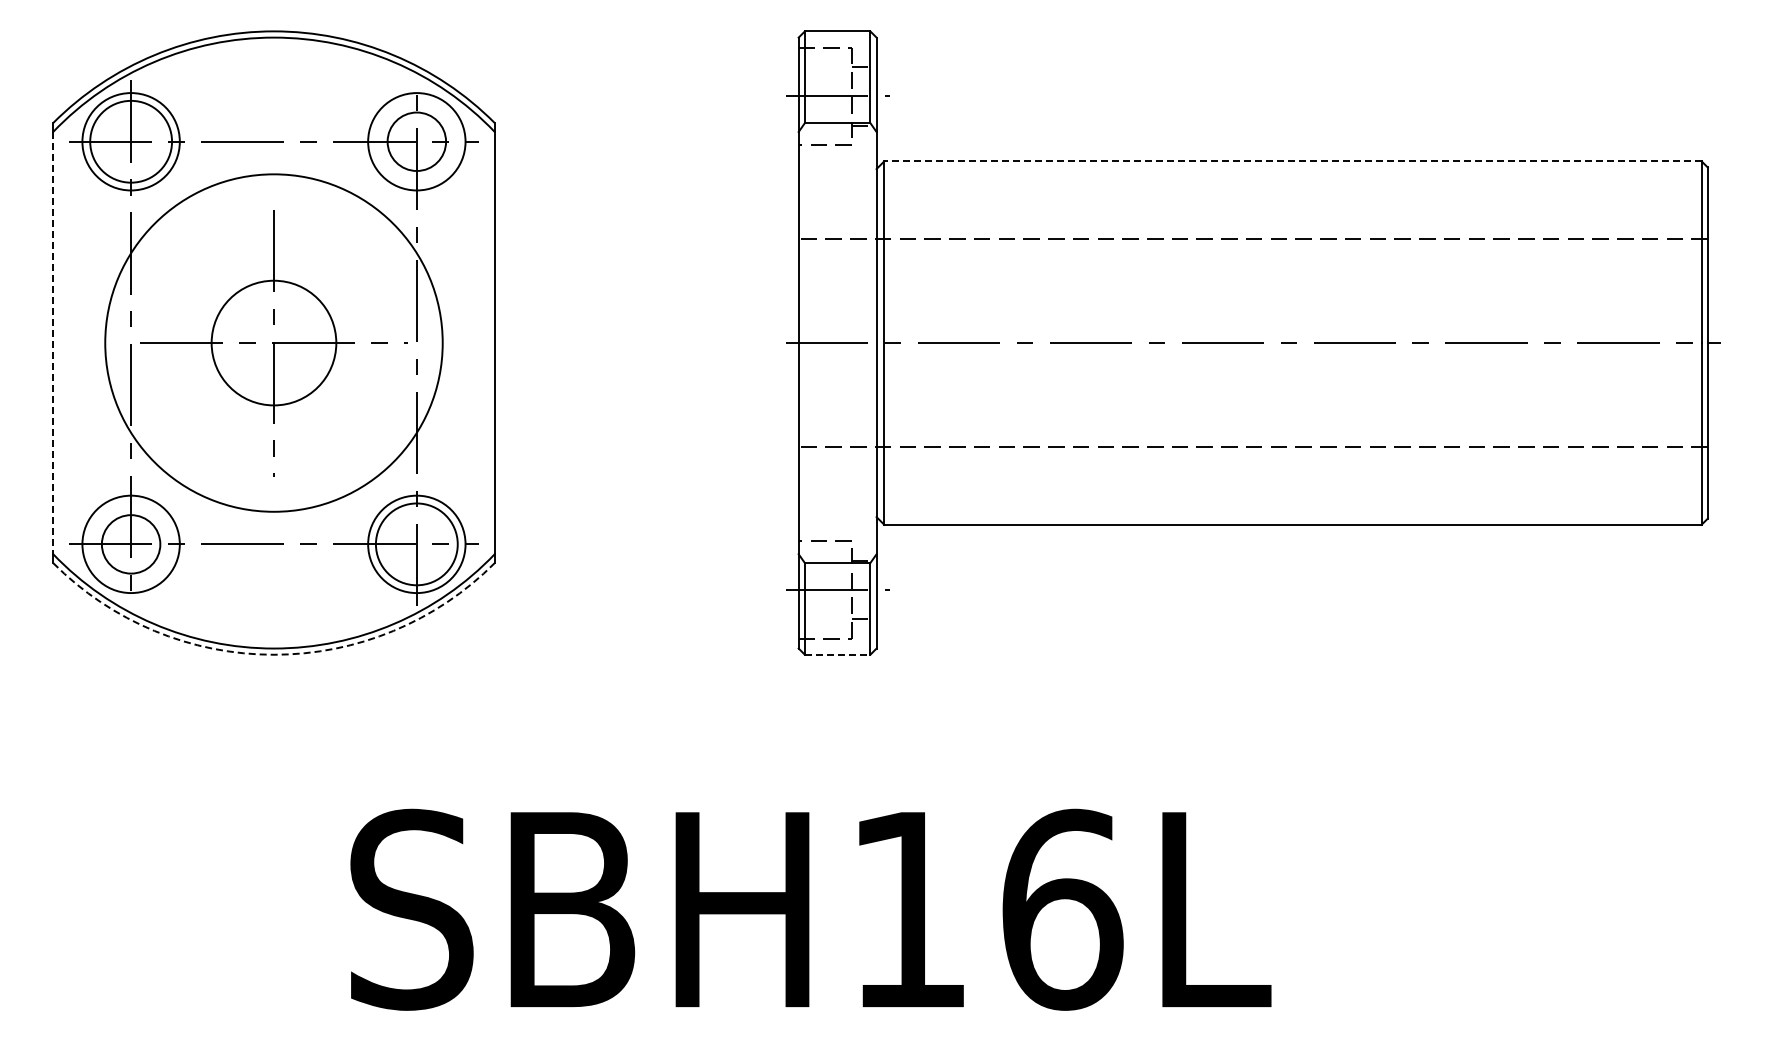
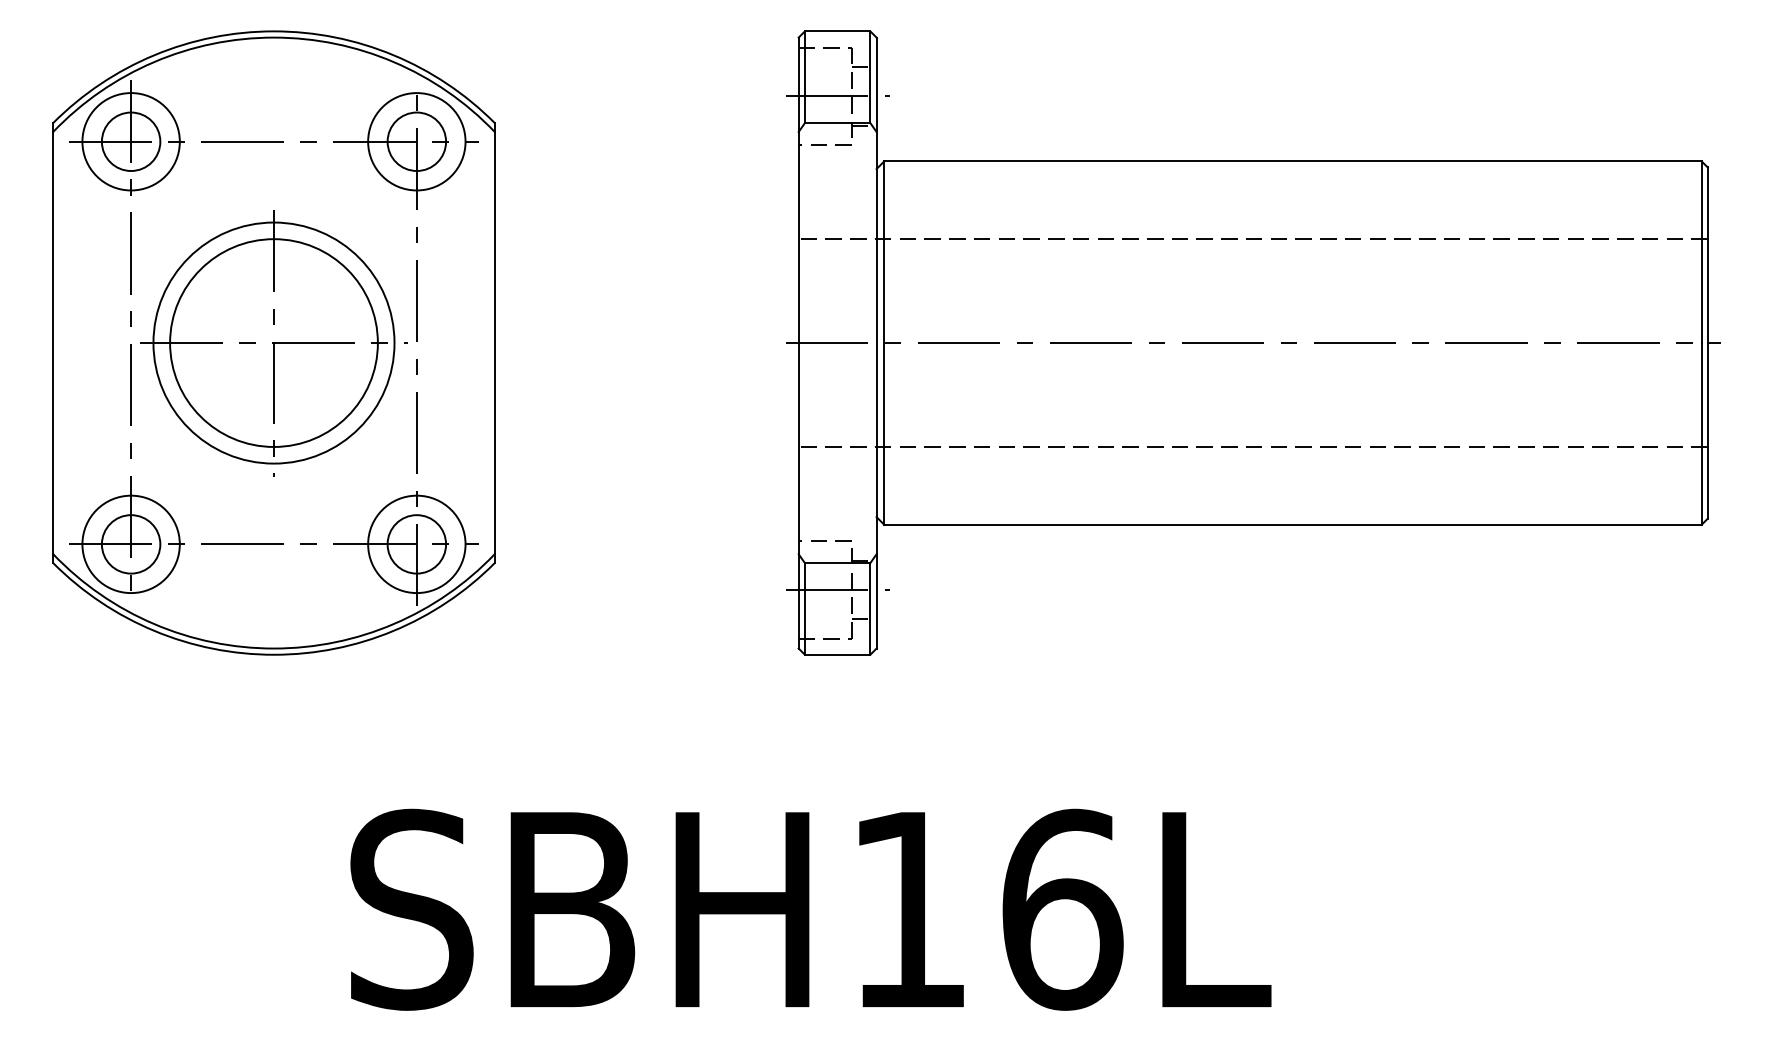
circle at (131, 141) diameter: 82 px -> 58 px
line at (1292, 161): dashed -> solid
circle at (273, 342) diameter: 125 px -> 208 px
circle at (273, 342) diameter: 337 px -> 241 px
line at (53, 343): dashed -> solid
circle at (416, 544) diameter: 82 px -> 58 px
arc at (273, 654): dashed -> solid
line at (837, 654): dashed -> solid
